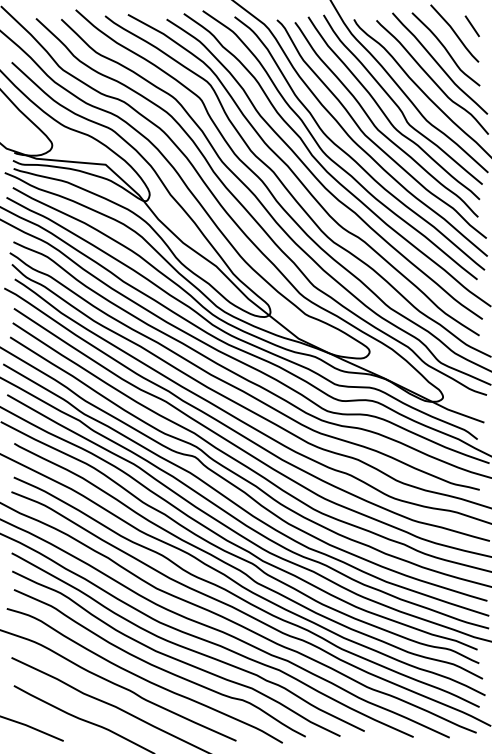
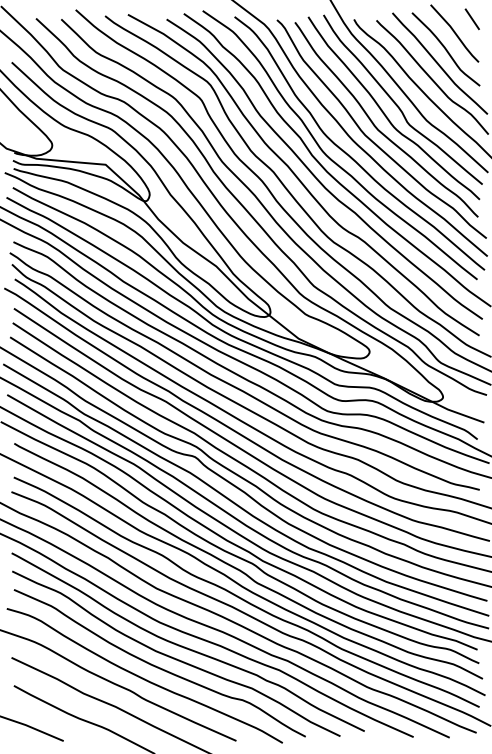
line at (471, 26) position: (471, 26) -> (471, 19)
